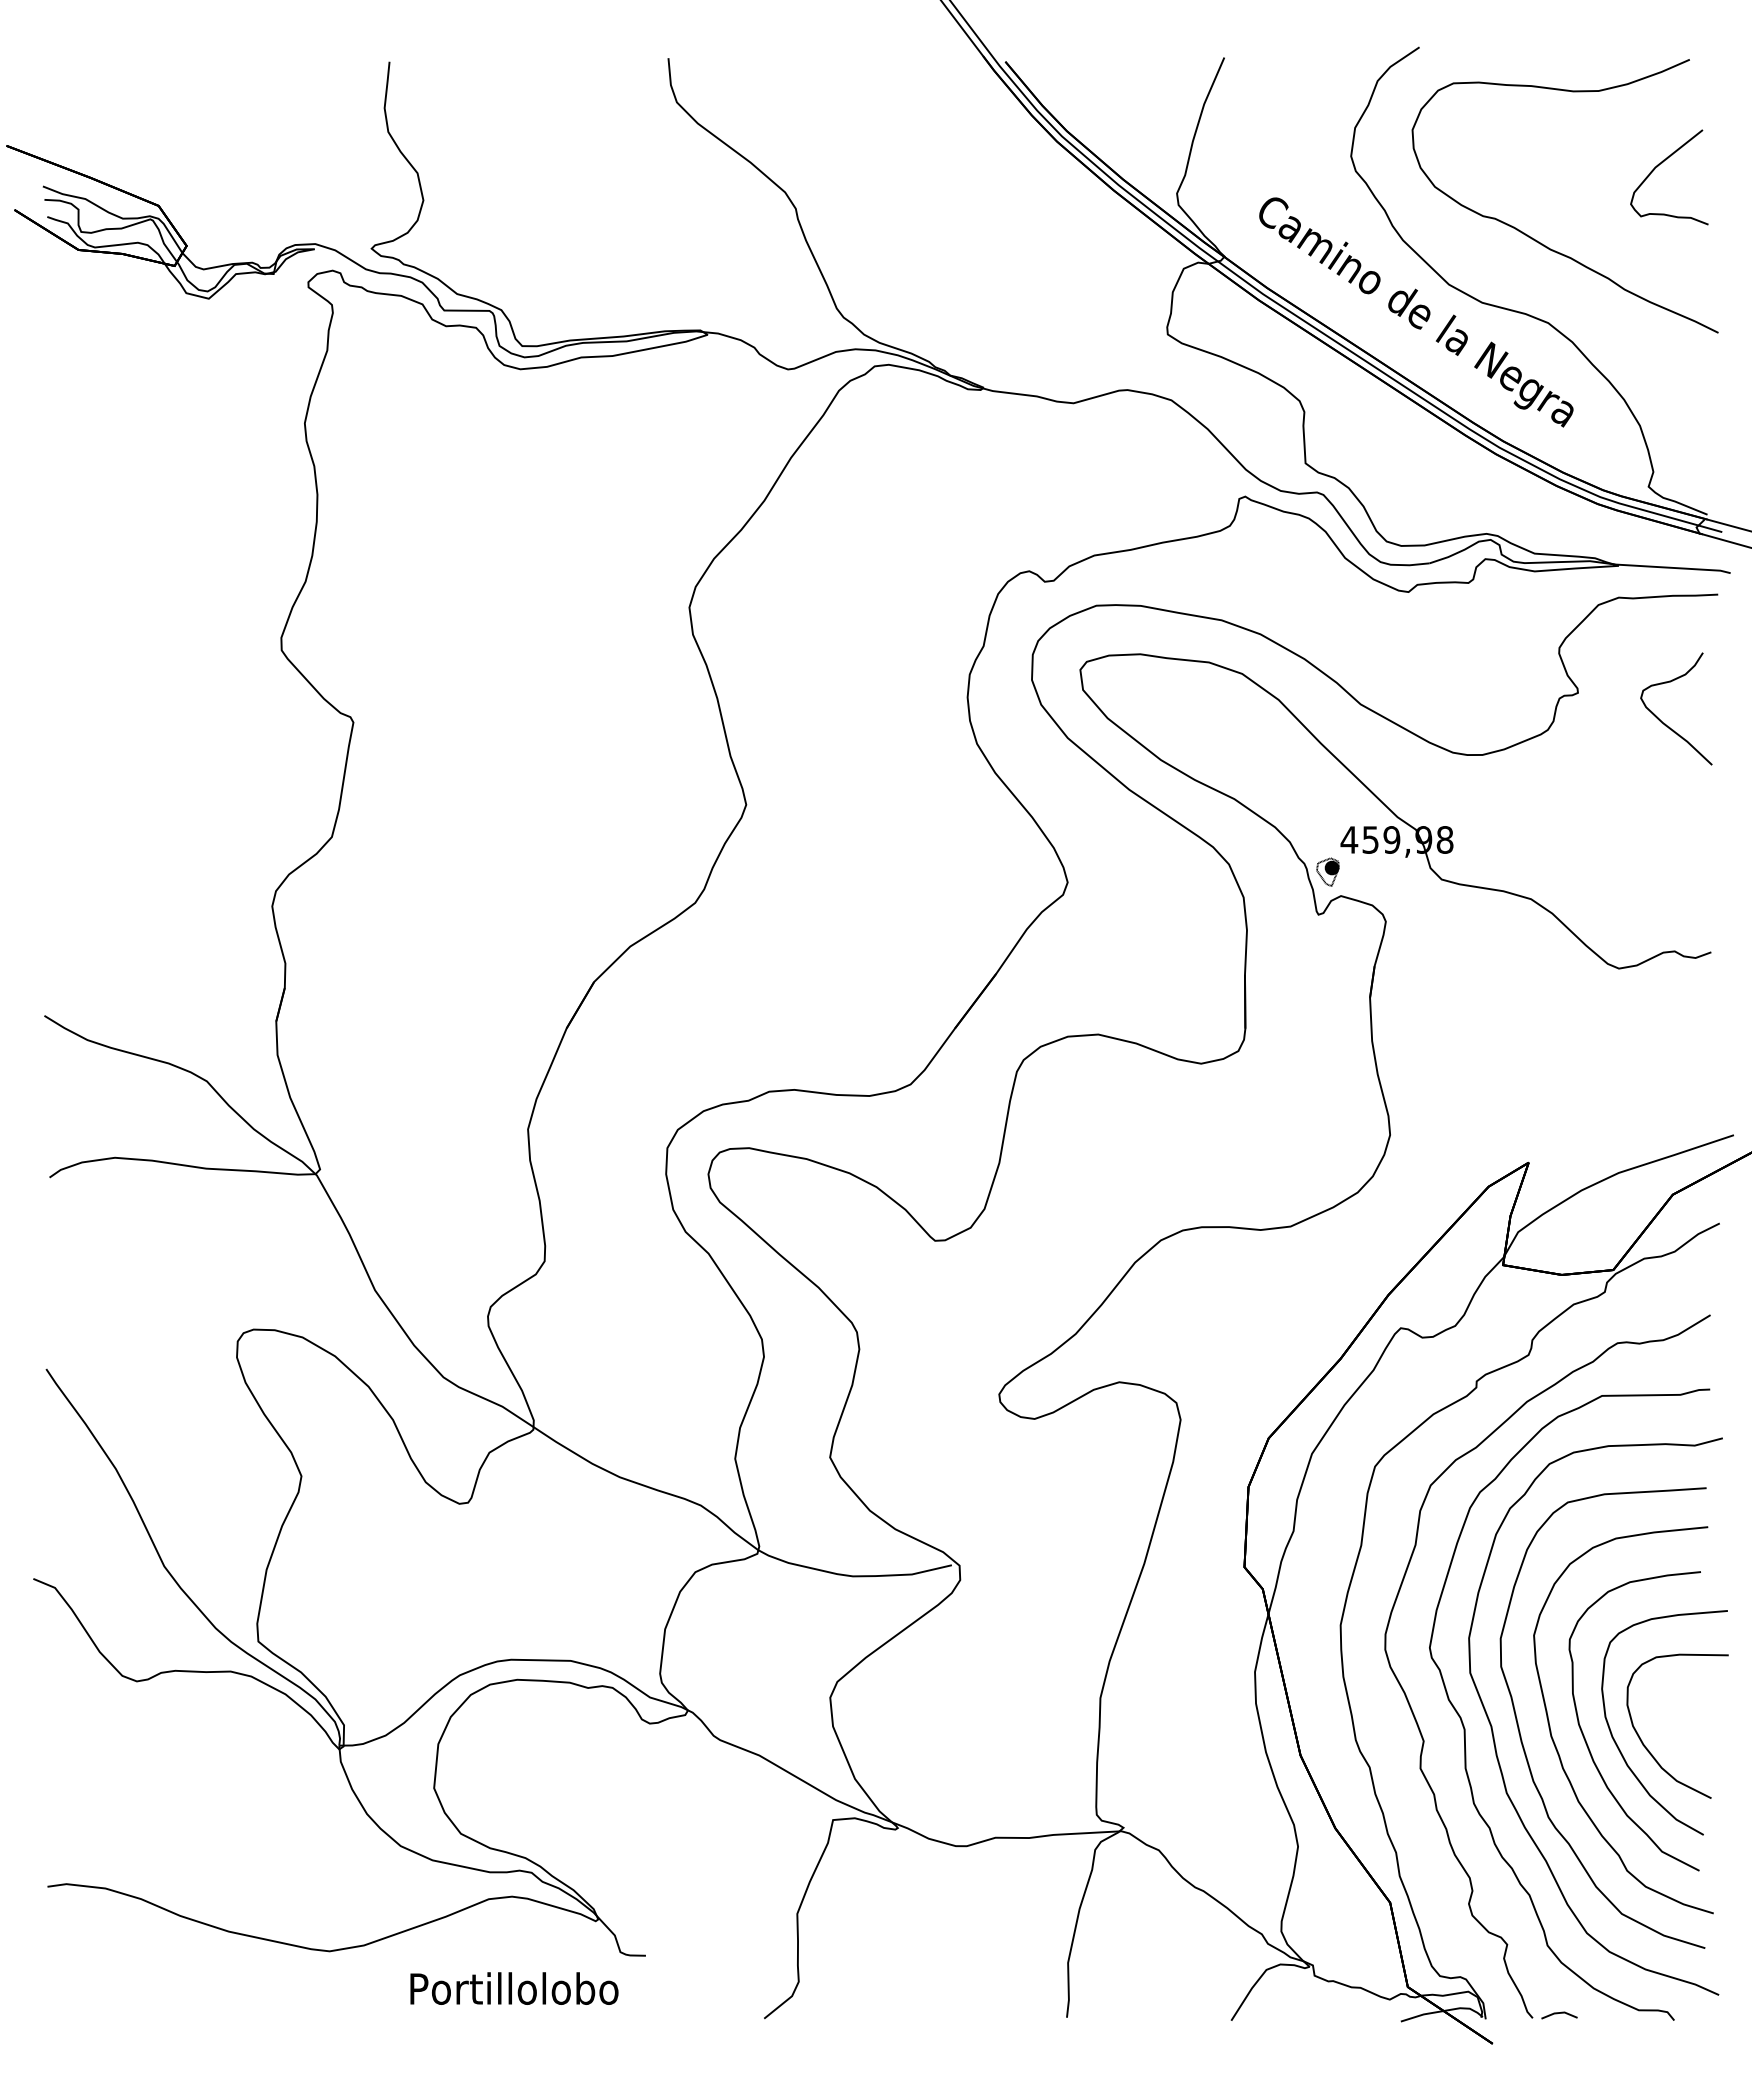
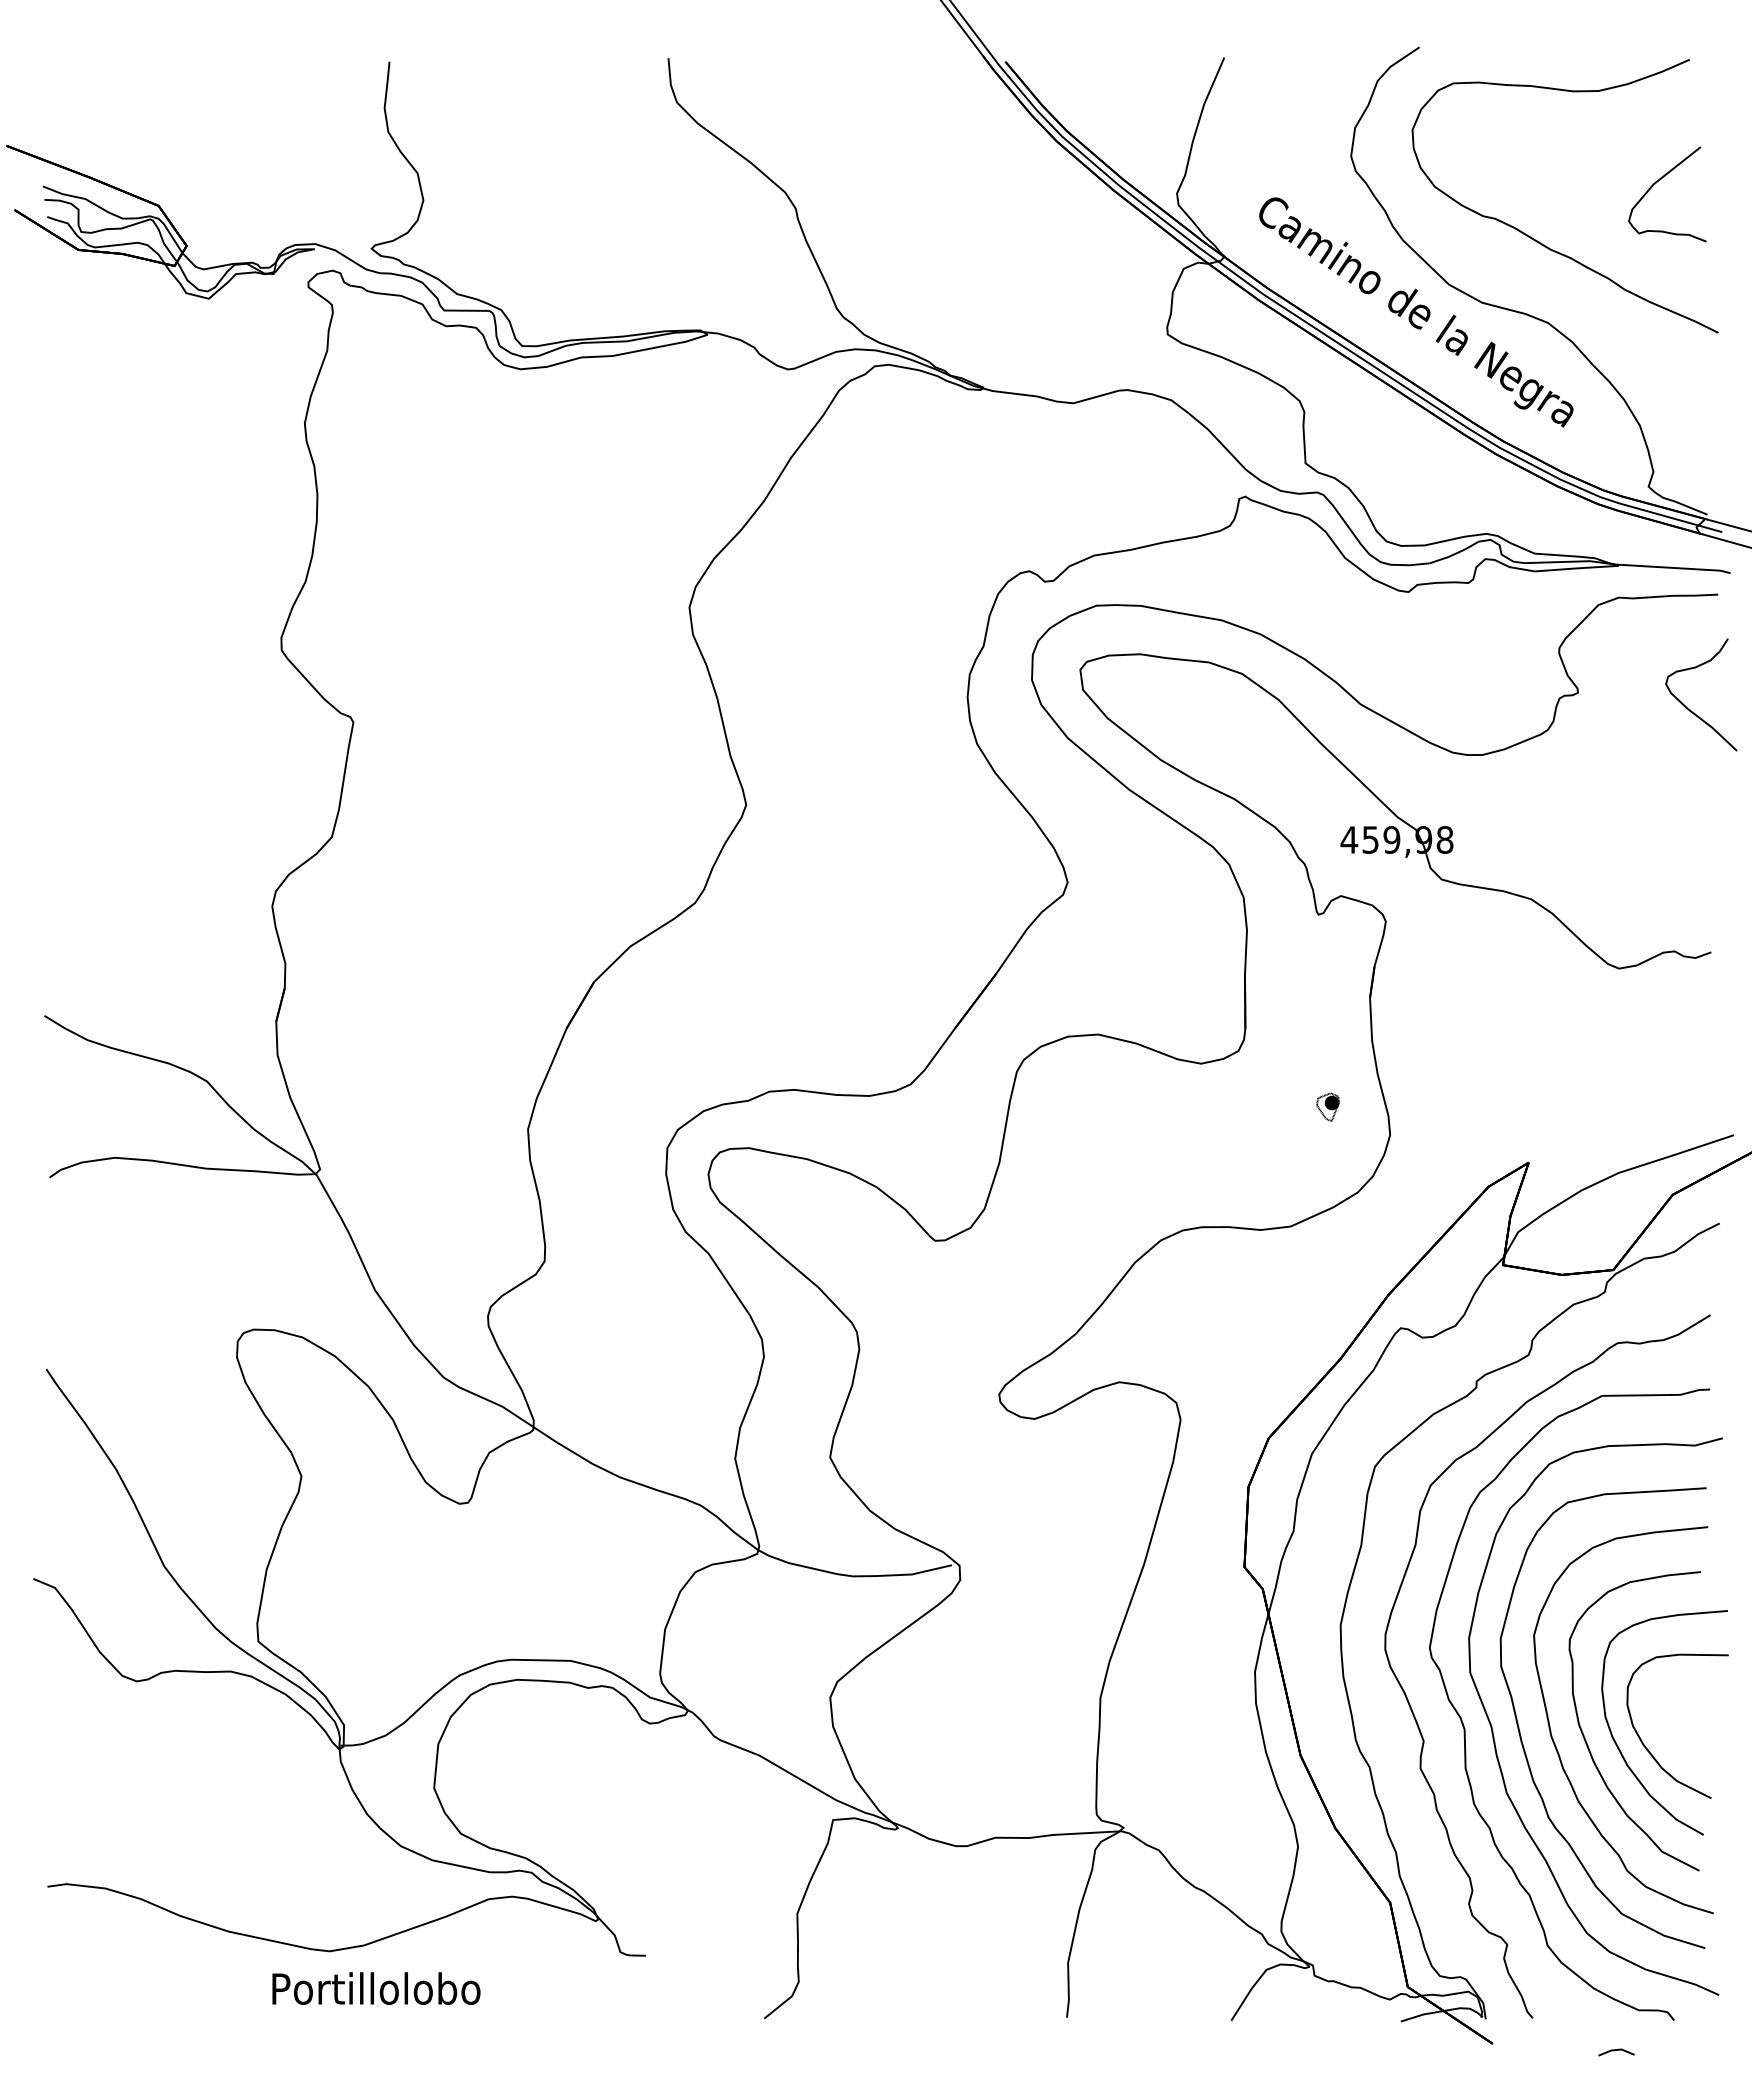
curve at (1658, 166) position: (1658, 166) -> (1656, 183)
curve at (1665, 723) position: (1665, 723) -> (1690, 709)
part at (1327, 871) position: (1327, 871) -> (1327, 1106)
text at (514, 1988) position: (514, 1988) -> (376, 1988)
line at (1559, 2013) position: (1559, 2013) -> (1616, 2050)
